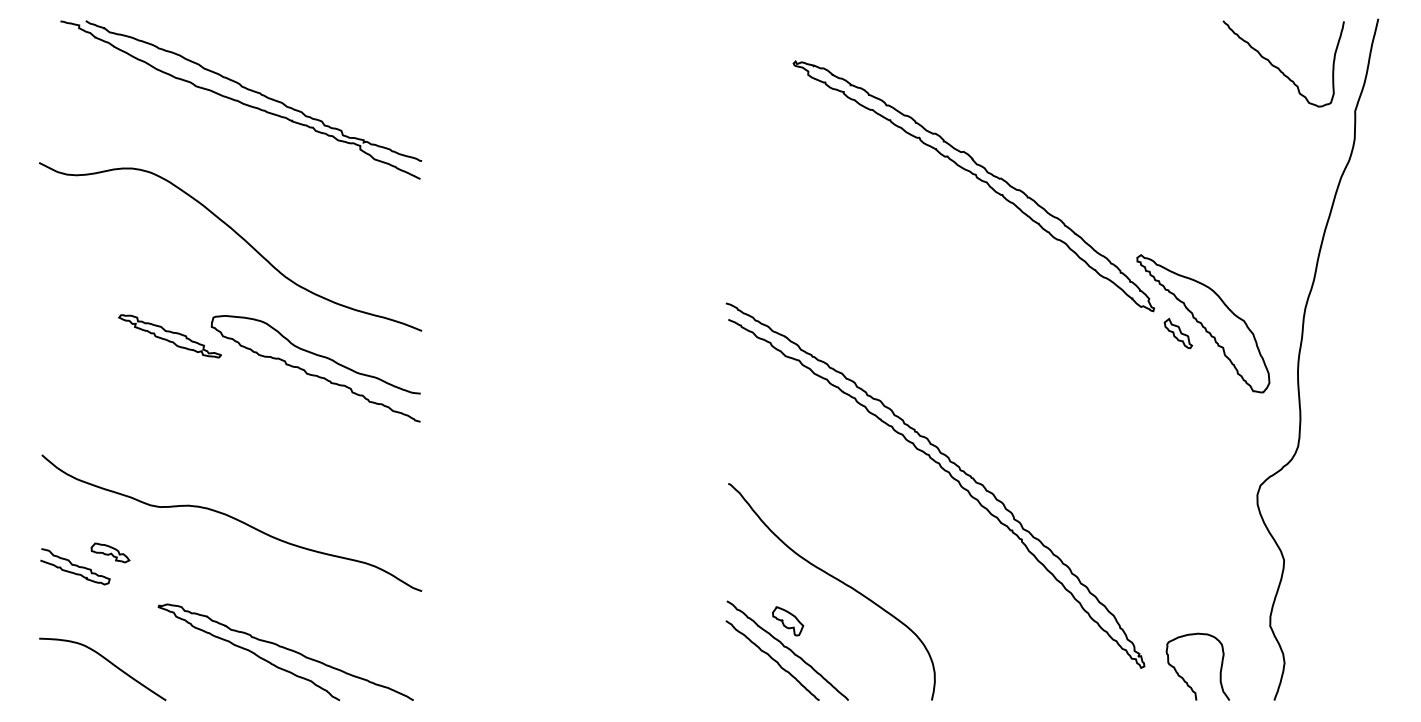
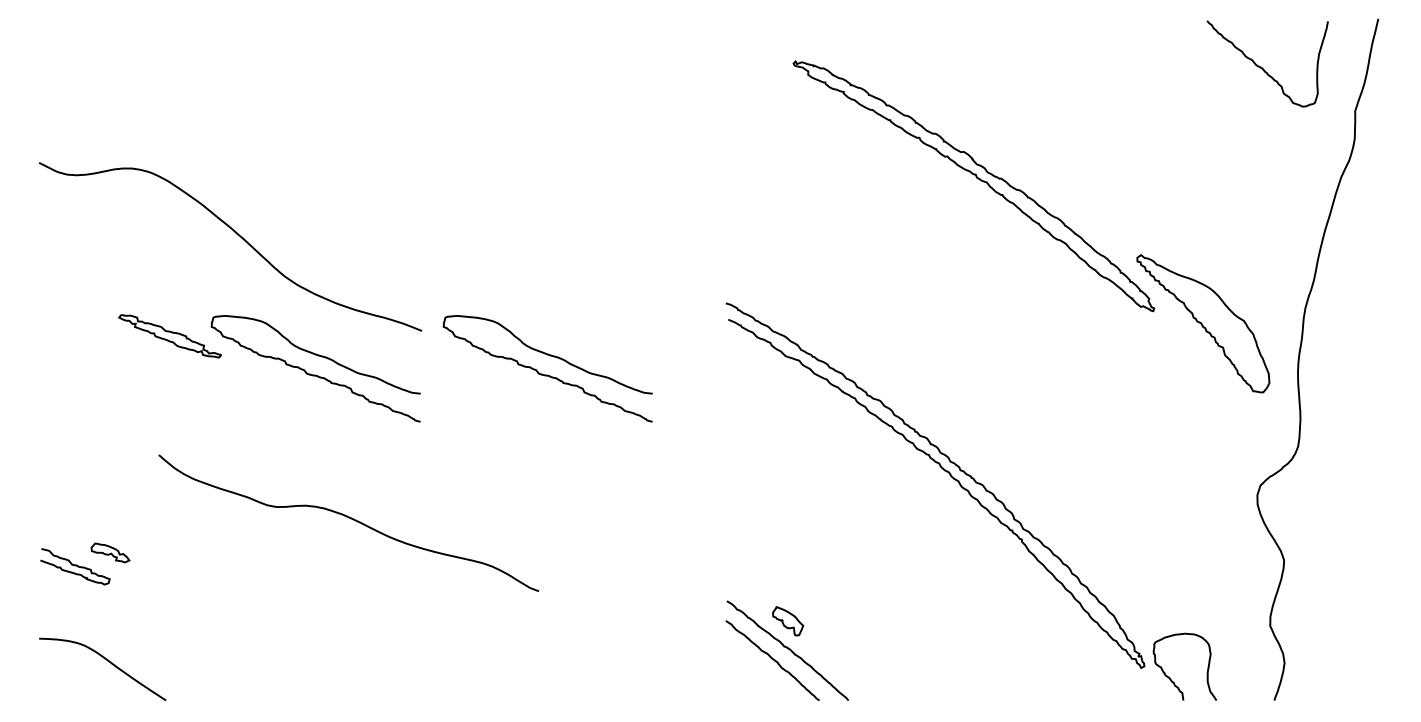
curve at (1278, 67) position: (1278, 67) -> (1262, 67)
part at (240, 99): present -> none
part at (1178, 333): present -> none
curve at (547, 374): none -> present
curve at (233, 519) position: (233, 519) -> (350, 519)
curve at (838, 581): present -> none
curve at (285, 649): present -> none
curve at (1183, 677) position: (1183, 677) -> (1170, 677)
